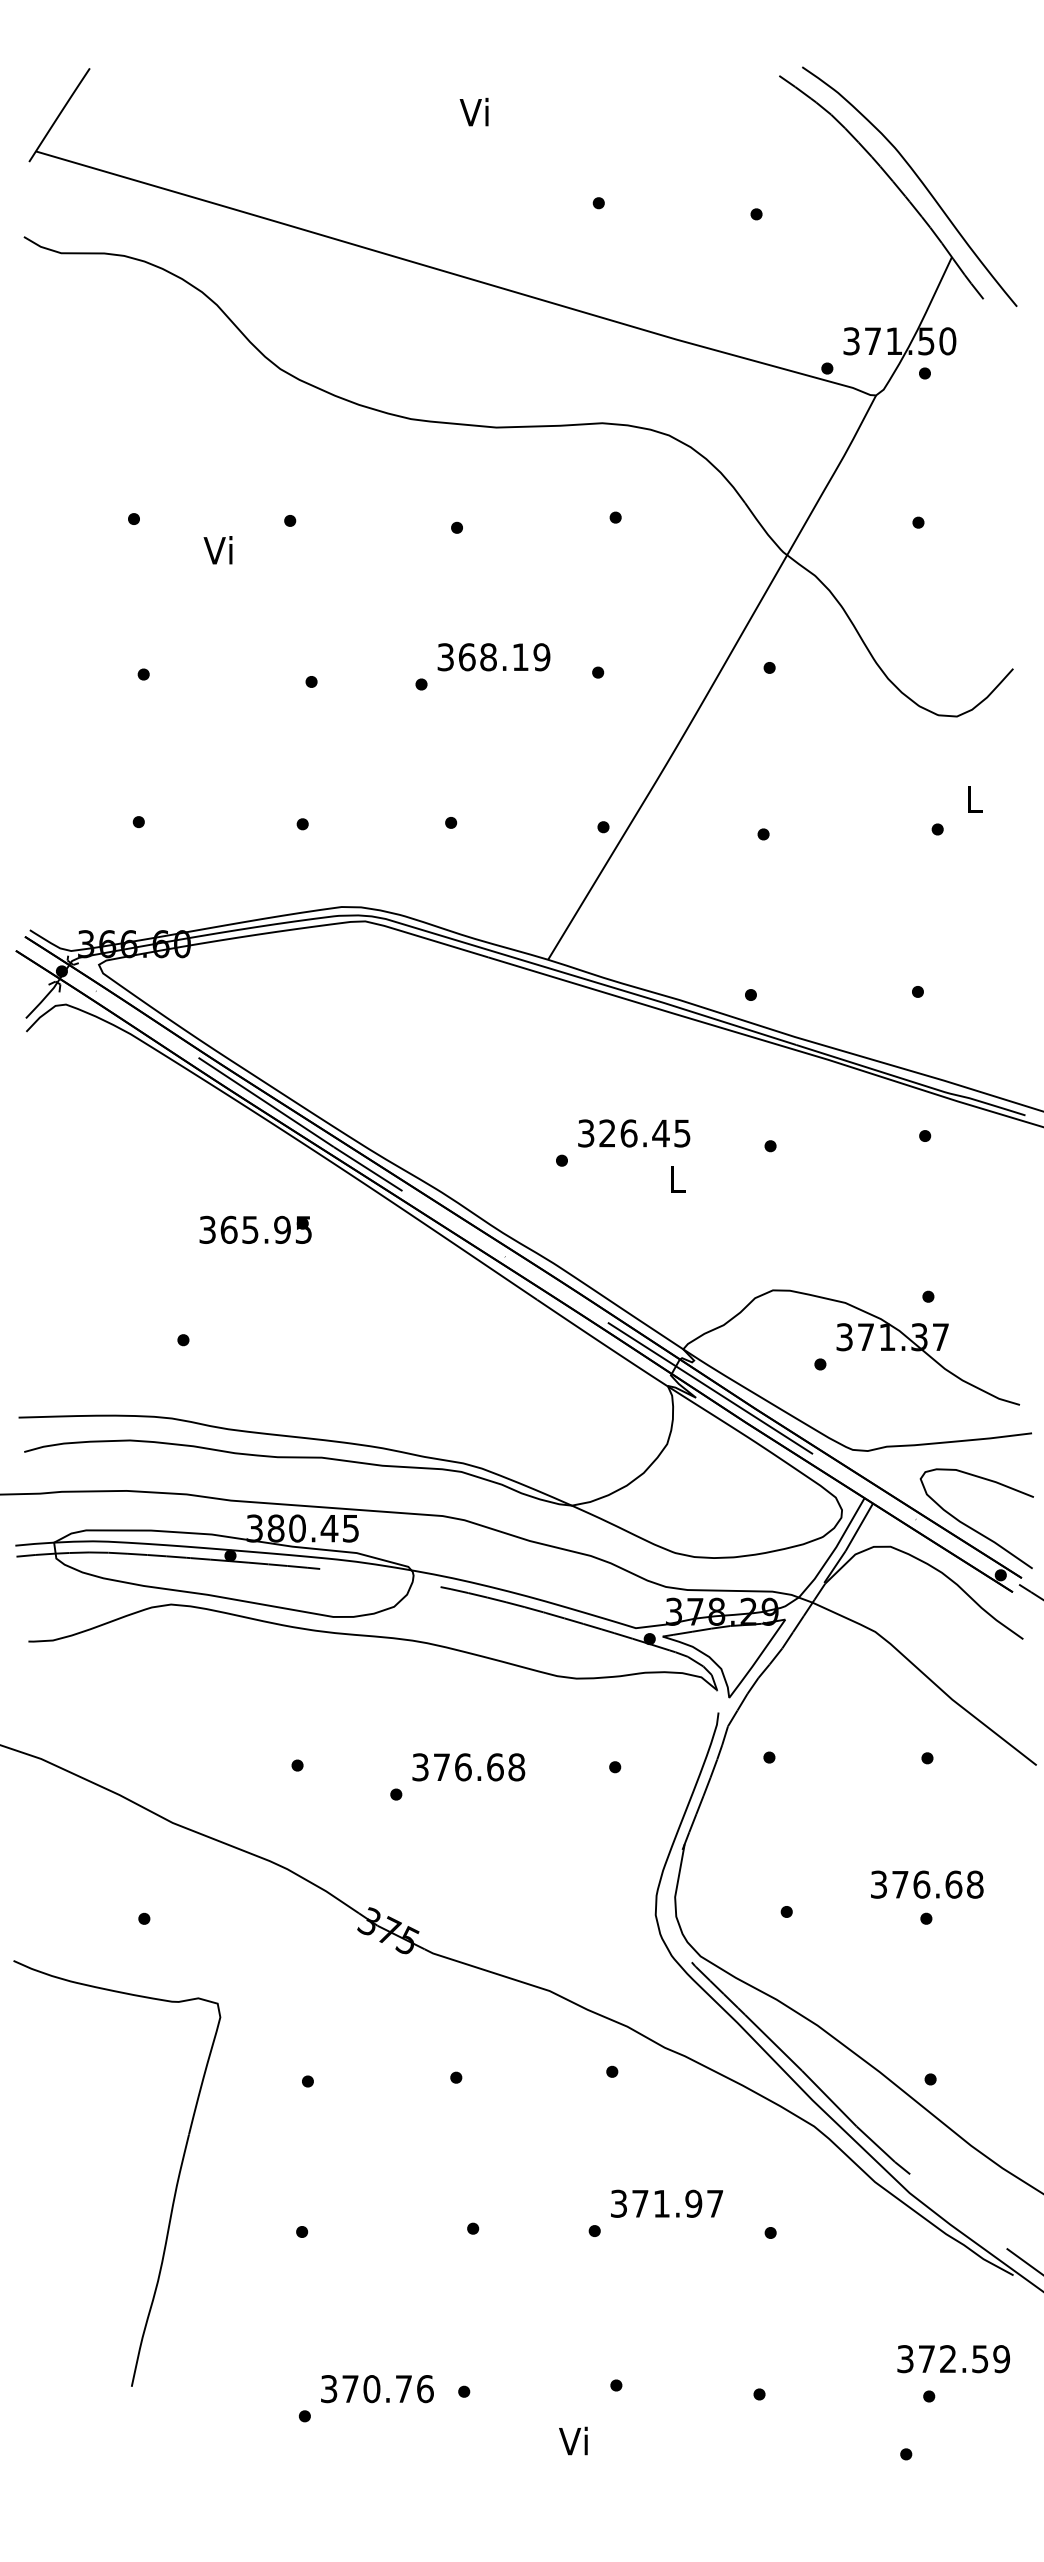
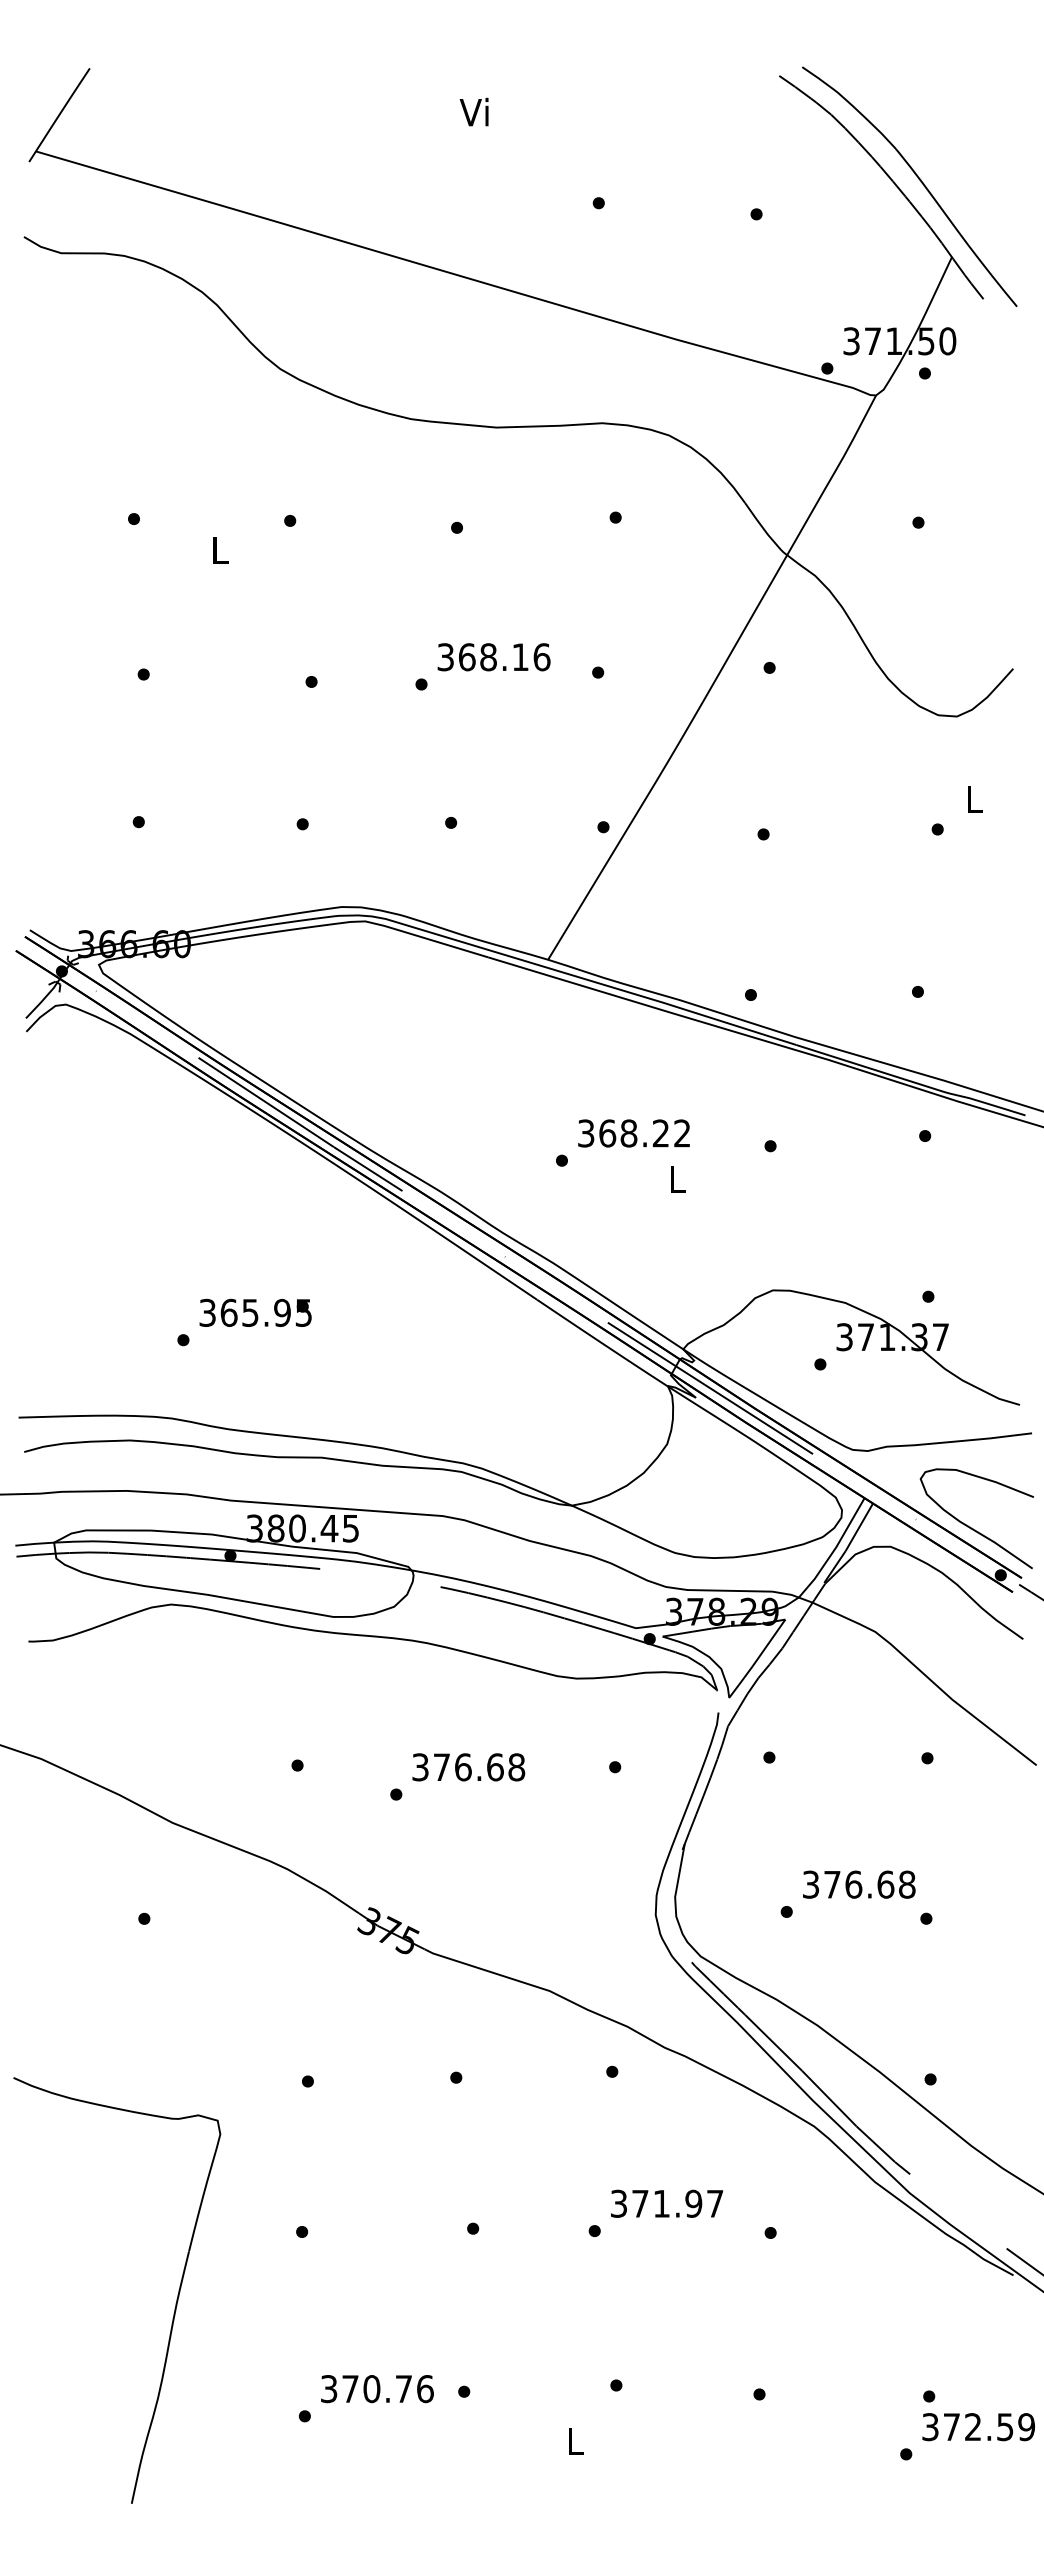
text at (217, 550): Vi -> L
text at (541, 657): 368.19 -> 368.16
text at (644, 1133): 326.45 -> 368.22
text at (255, 1229) position: (255, 1229) -> (255, 1312)
text at (927, 1884) position: (927, 1884) -> (859, 1884)
part at (175, 2186) position: (175, 2186) -> (175, 2303)
text at (953, 2359) position: (953, 2359) -> (978, 2427)
text at (573, 2440): Vi -> L
